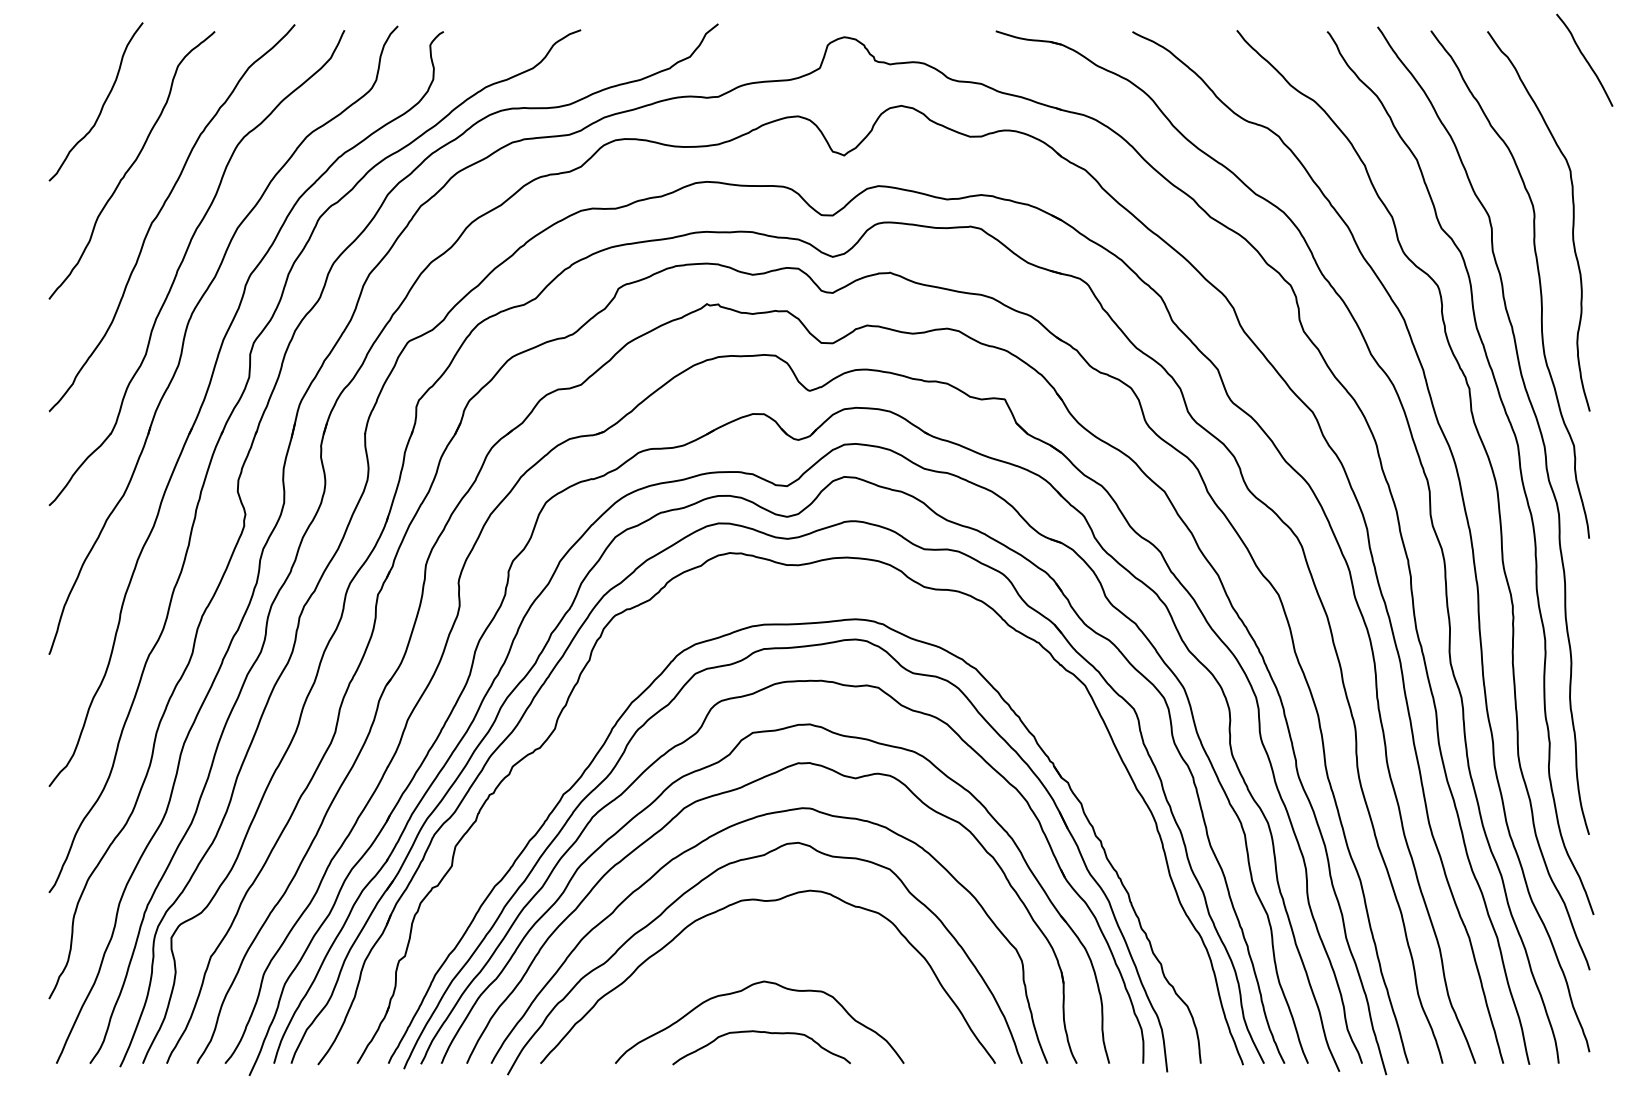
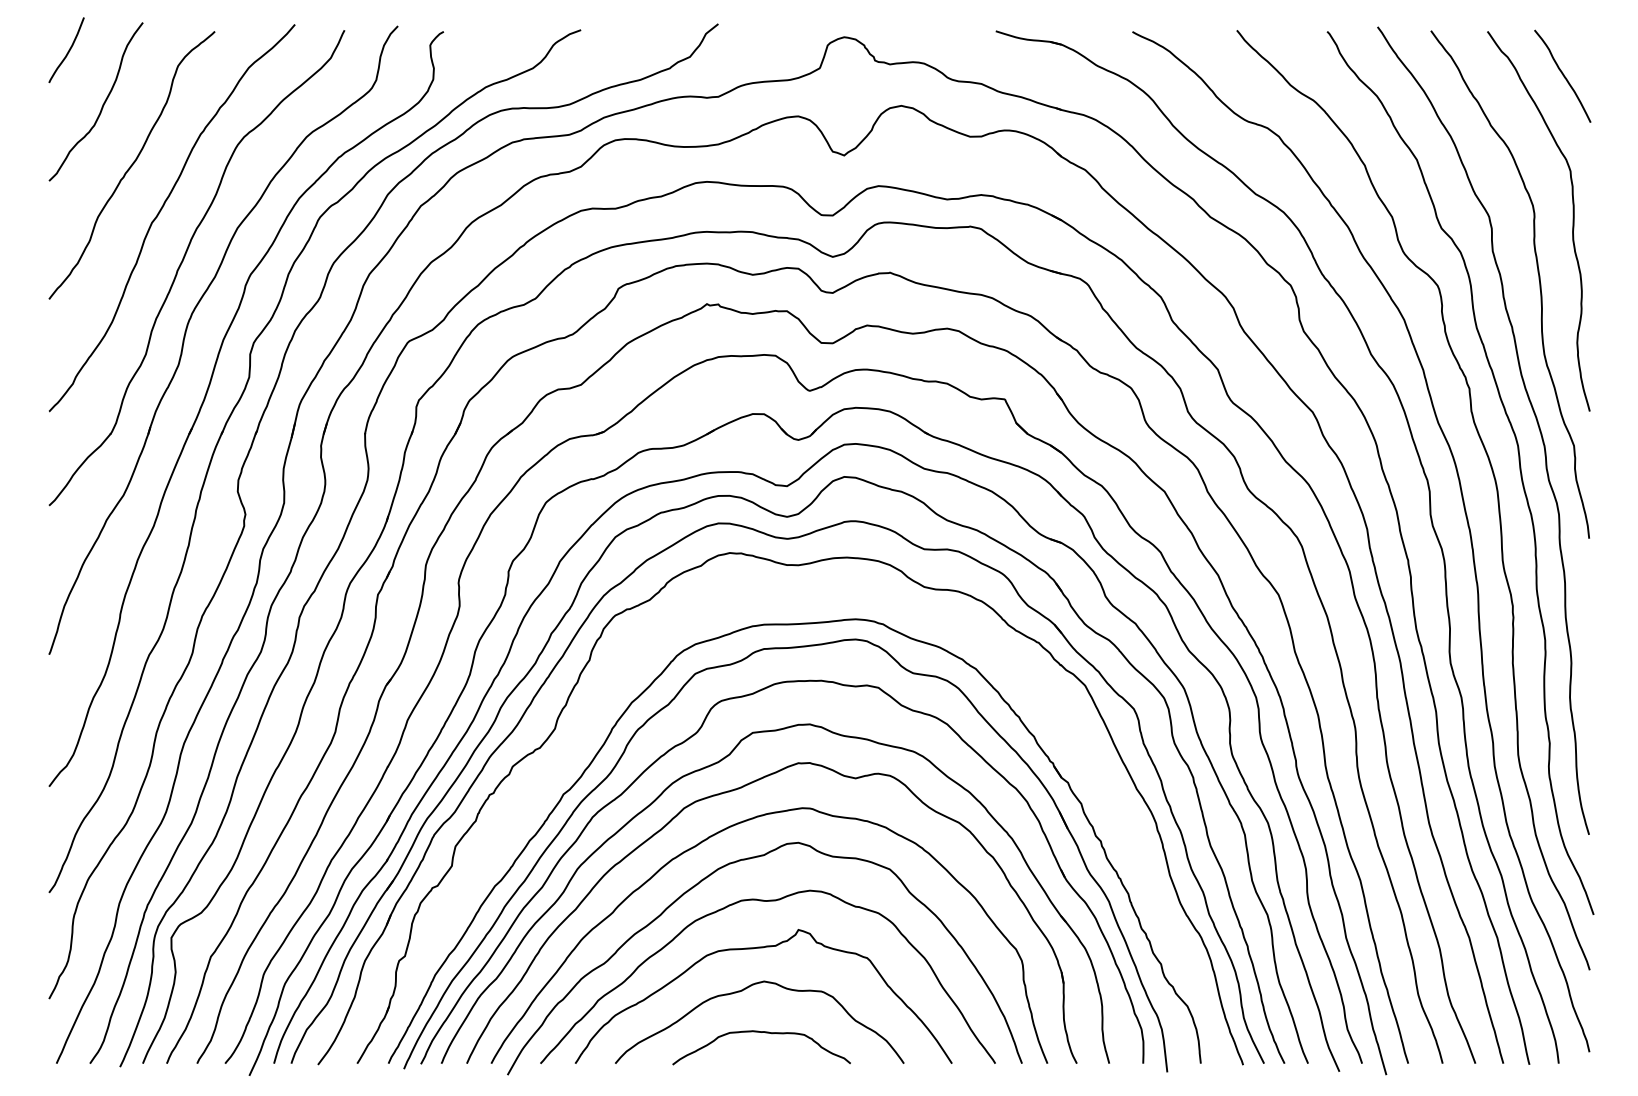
curve at (67, 51): none -> present
curve at (1584, 59) position: (1584, 59) -> (1562, 75)
curve at (763, 948): none -> present
